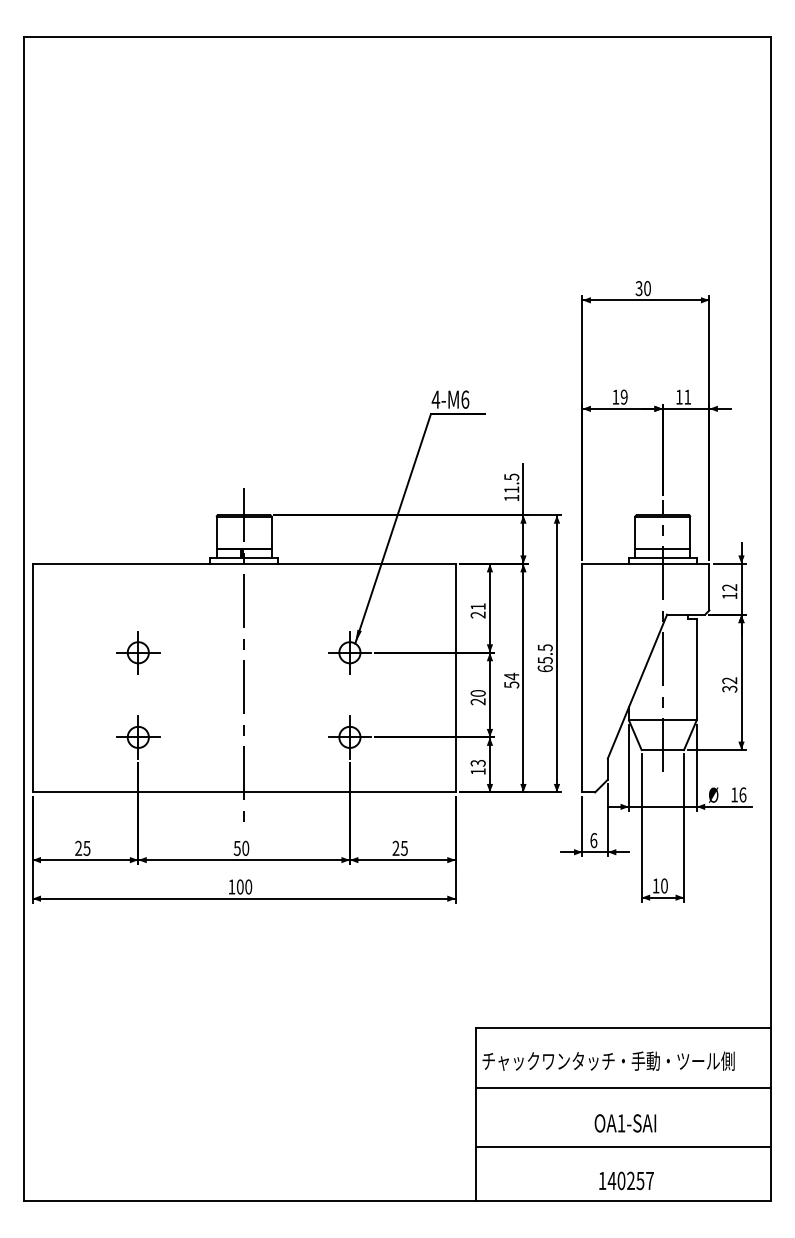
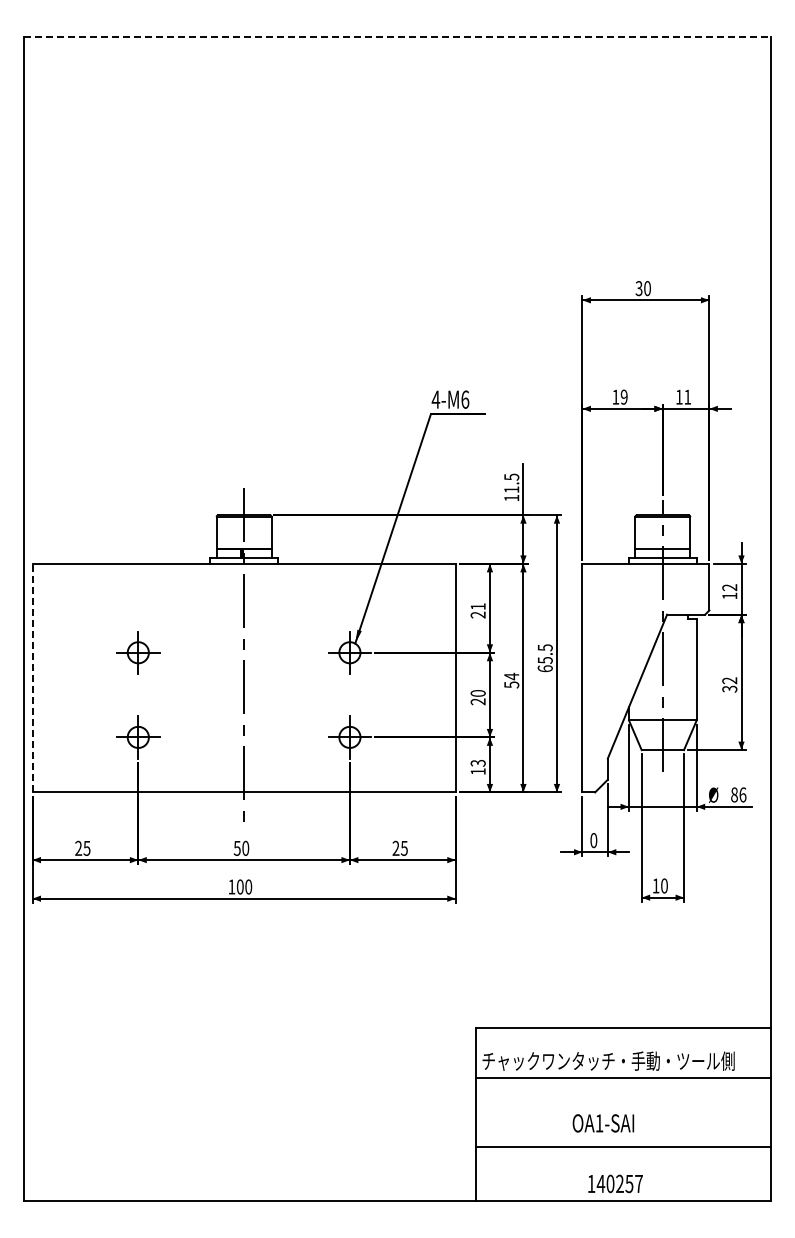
line at (397, 37): solid -> dashed
line at (32, 677): solid -> dashed
text at (734, 794): 16 -> 86
text at (593, 840): 6 -> 0
line at (622, 1087) position: (622, 1087) -> (622, 1077)
text at (625, 1123) position: (625, 1123) -> (603, 1123)
text at (626, 1180) position: (626, 1180) -> (615, 1183)
